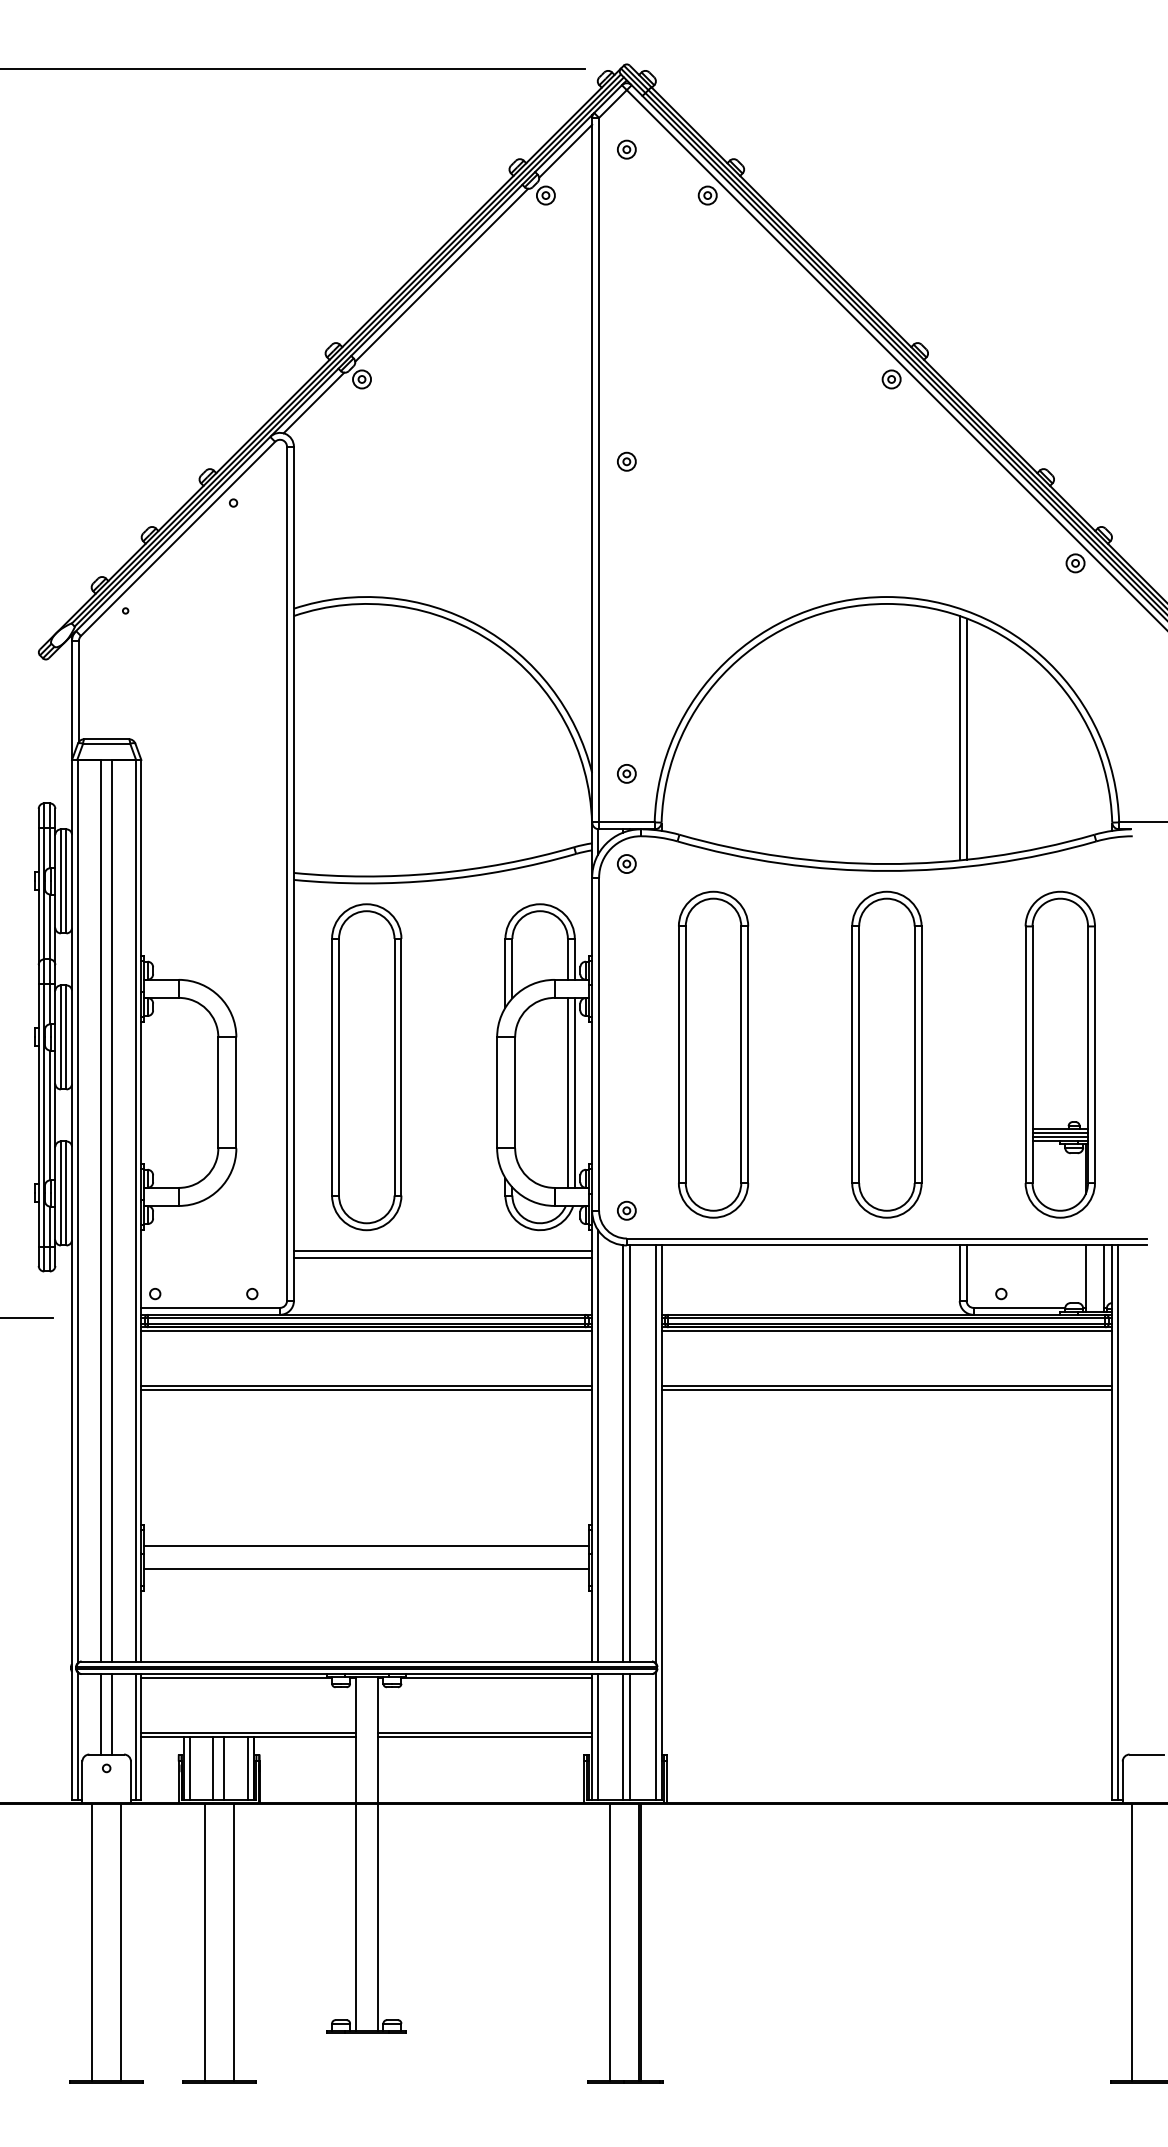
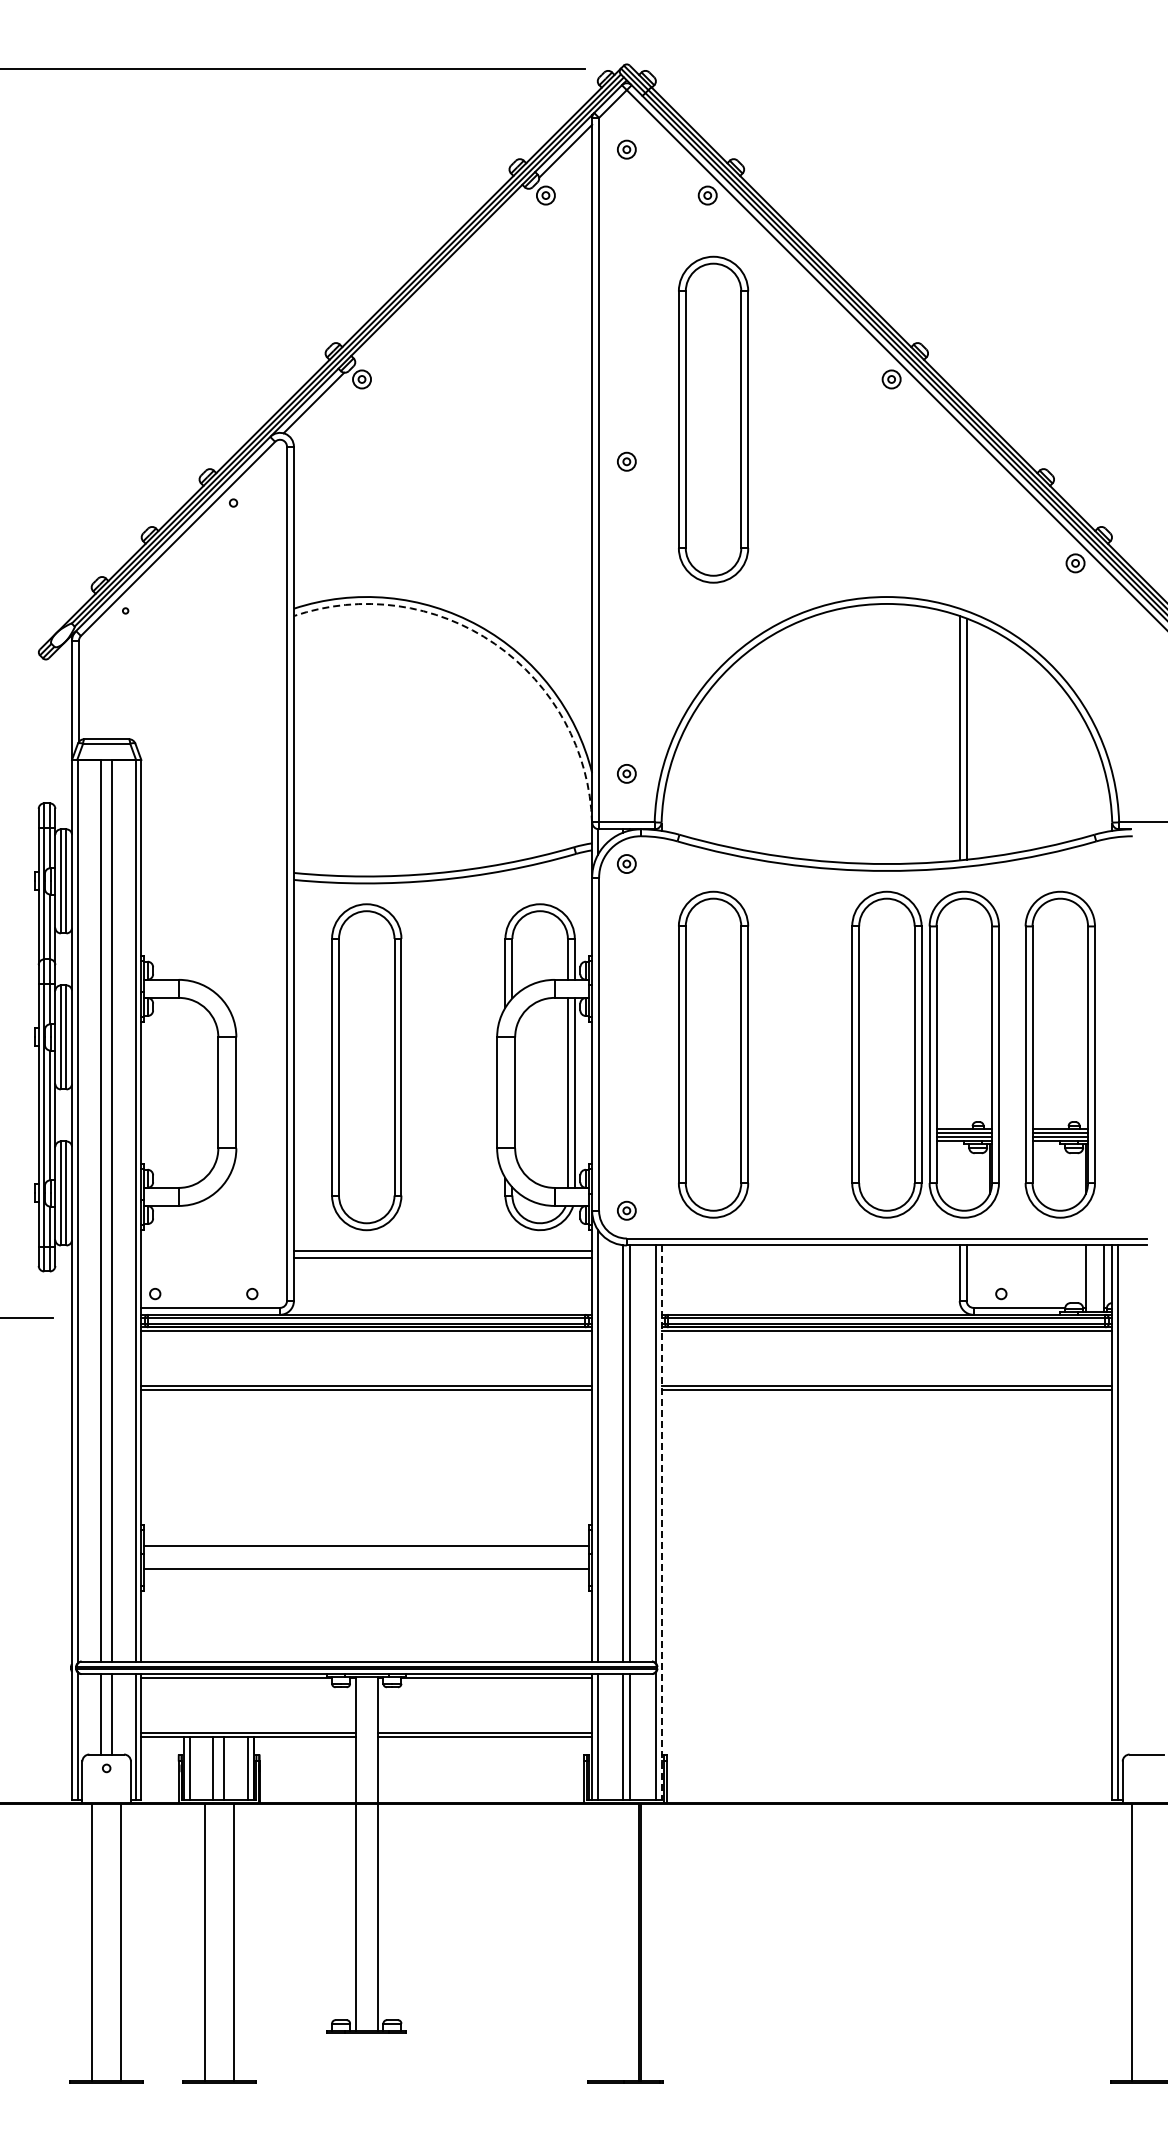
line at (441, 274): present -> none
part at (713, 419): none -> present
arc at (495, 644): solid -> dashed
part at (963, 1054): none -> present
line at (661, 1523): solid -> dashed
line at (609, 1941): present -> none
